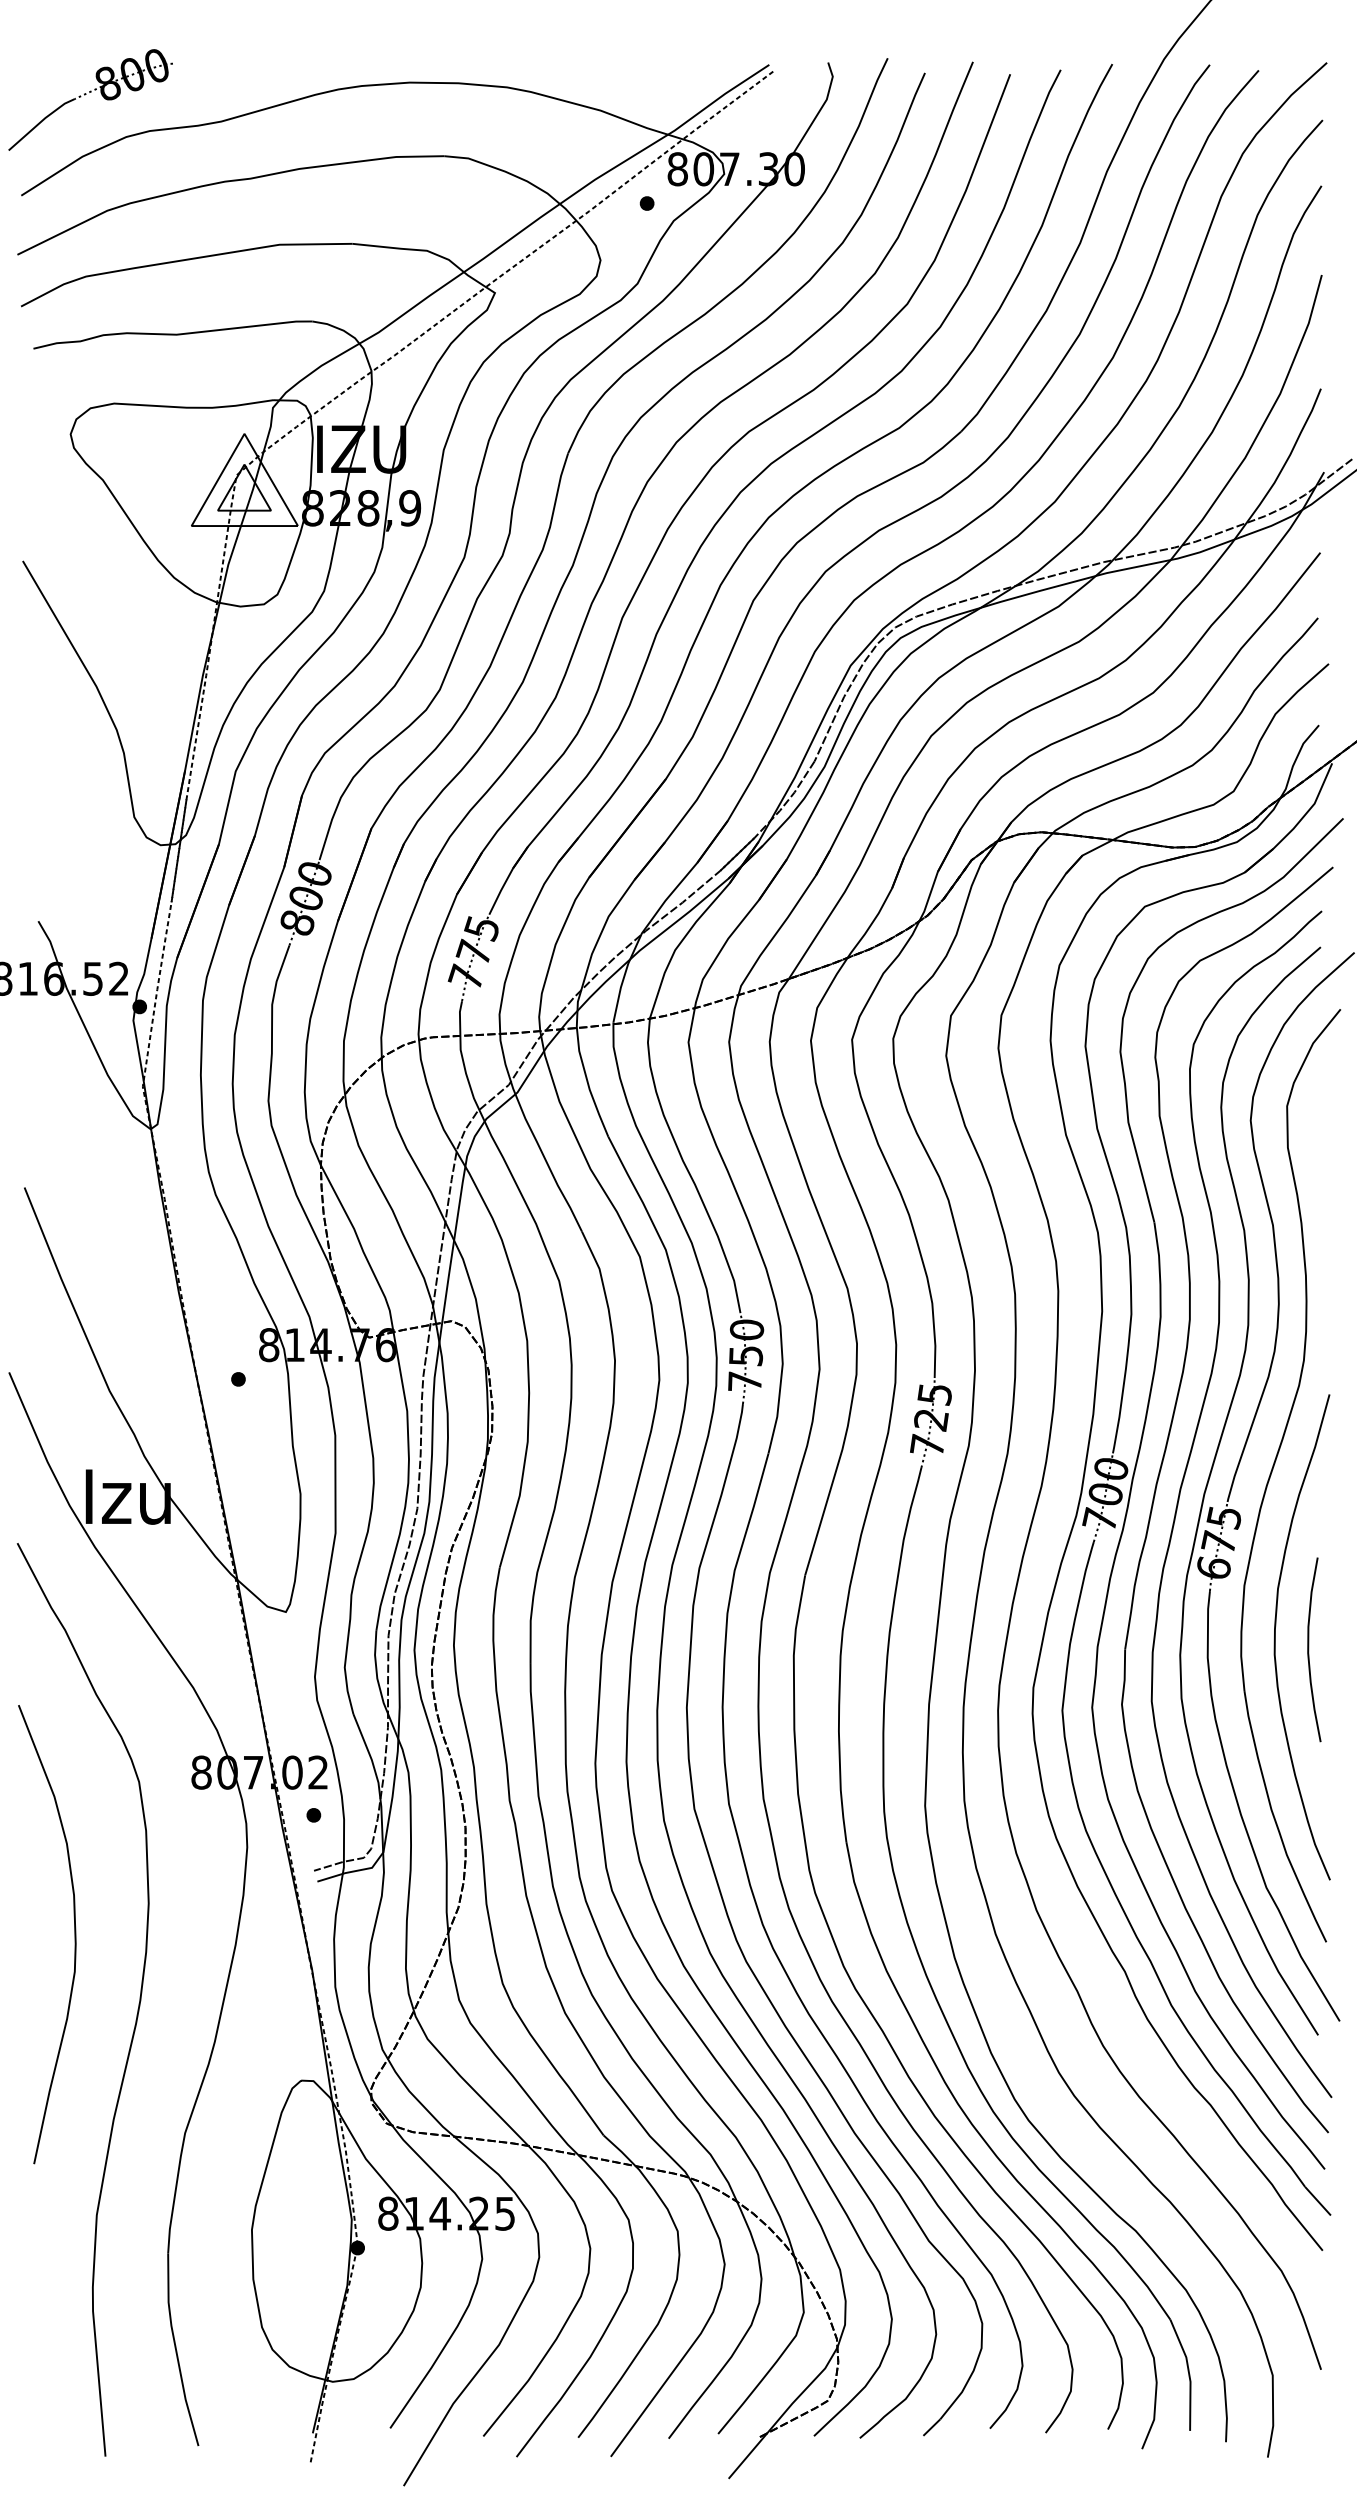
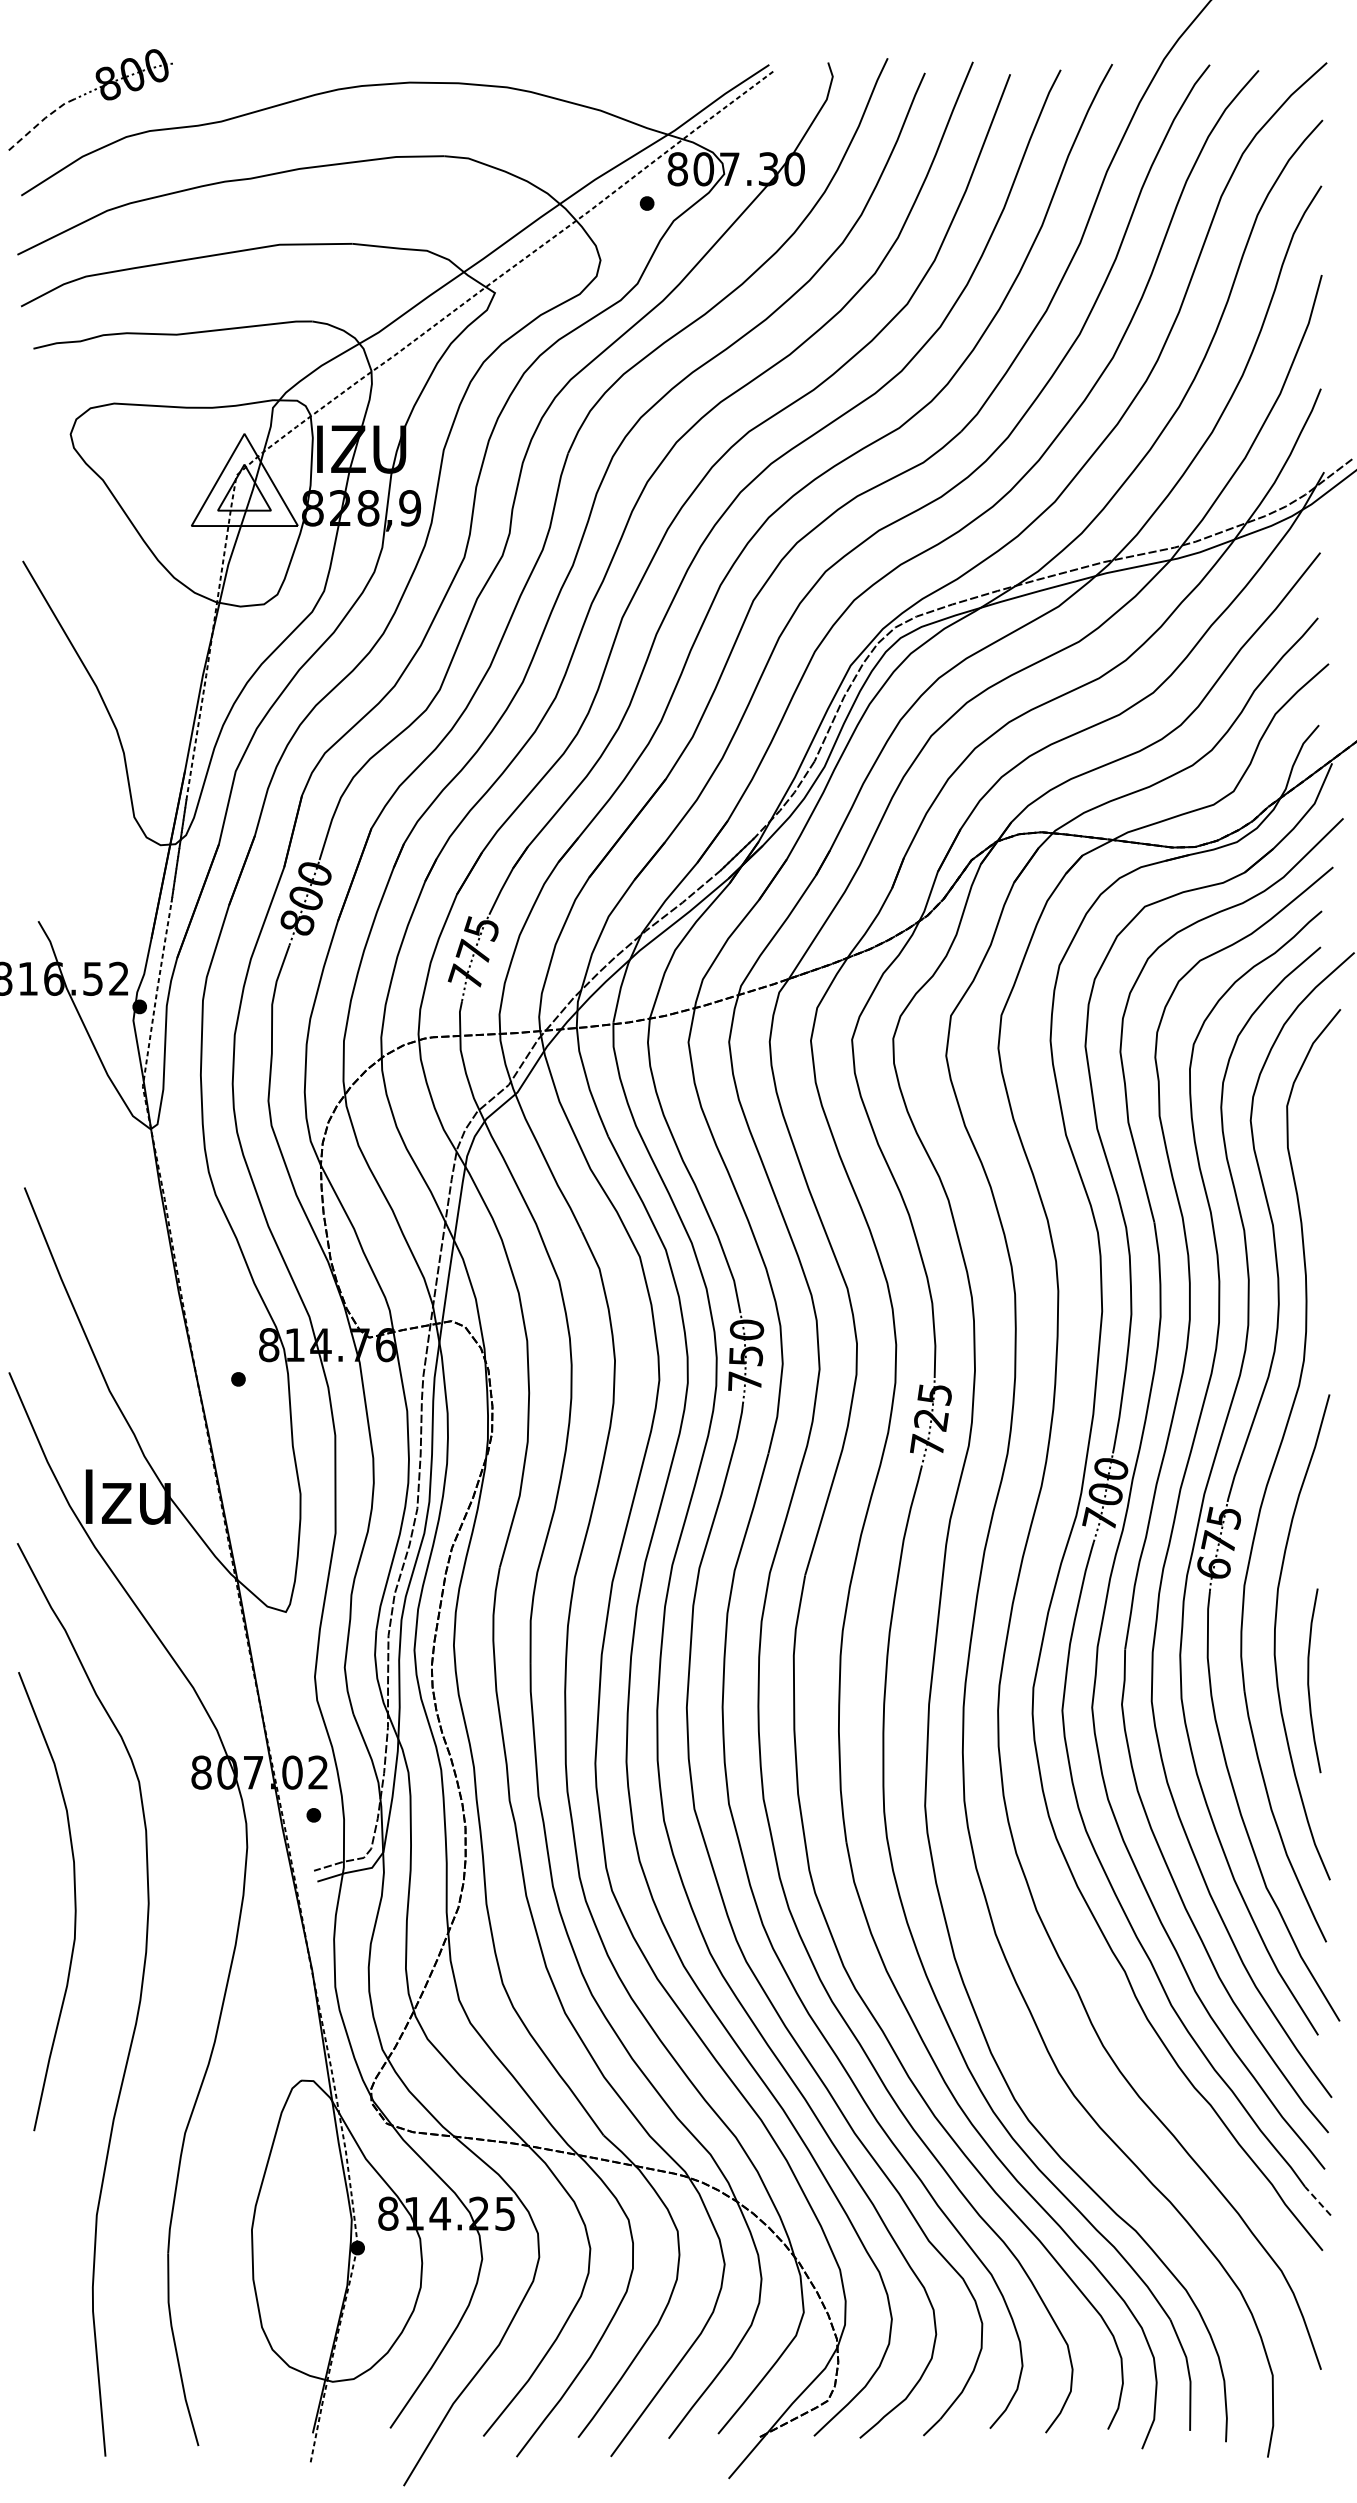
line at (41, 121): solid -> dashed
curve at (1309, 1649) position: (1309, 1649) -> (1309, 1680)
curve at (74, 1934) position: (74, 1934) -> (74, 1901)
line at (1317, 2200): solid -> dashed
